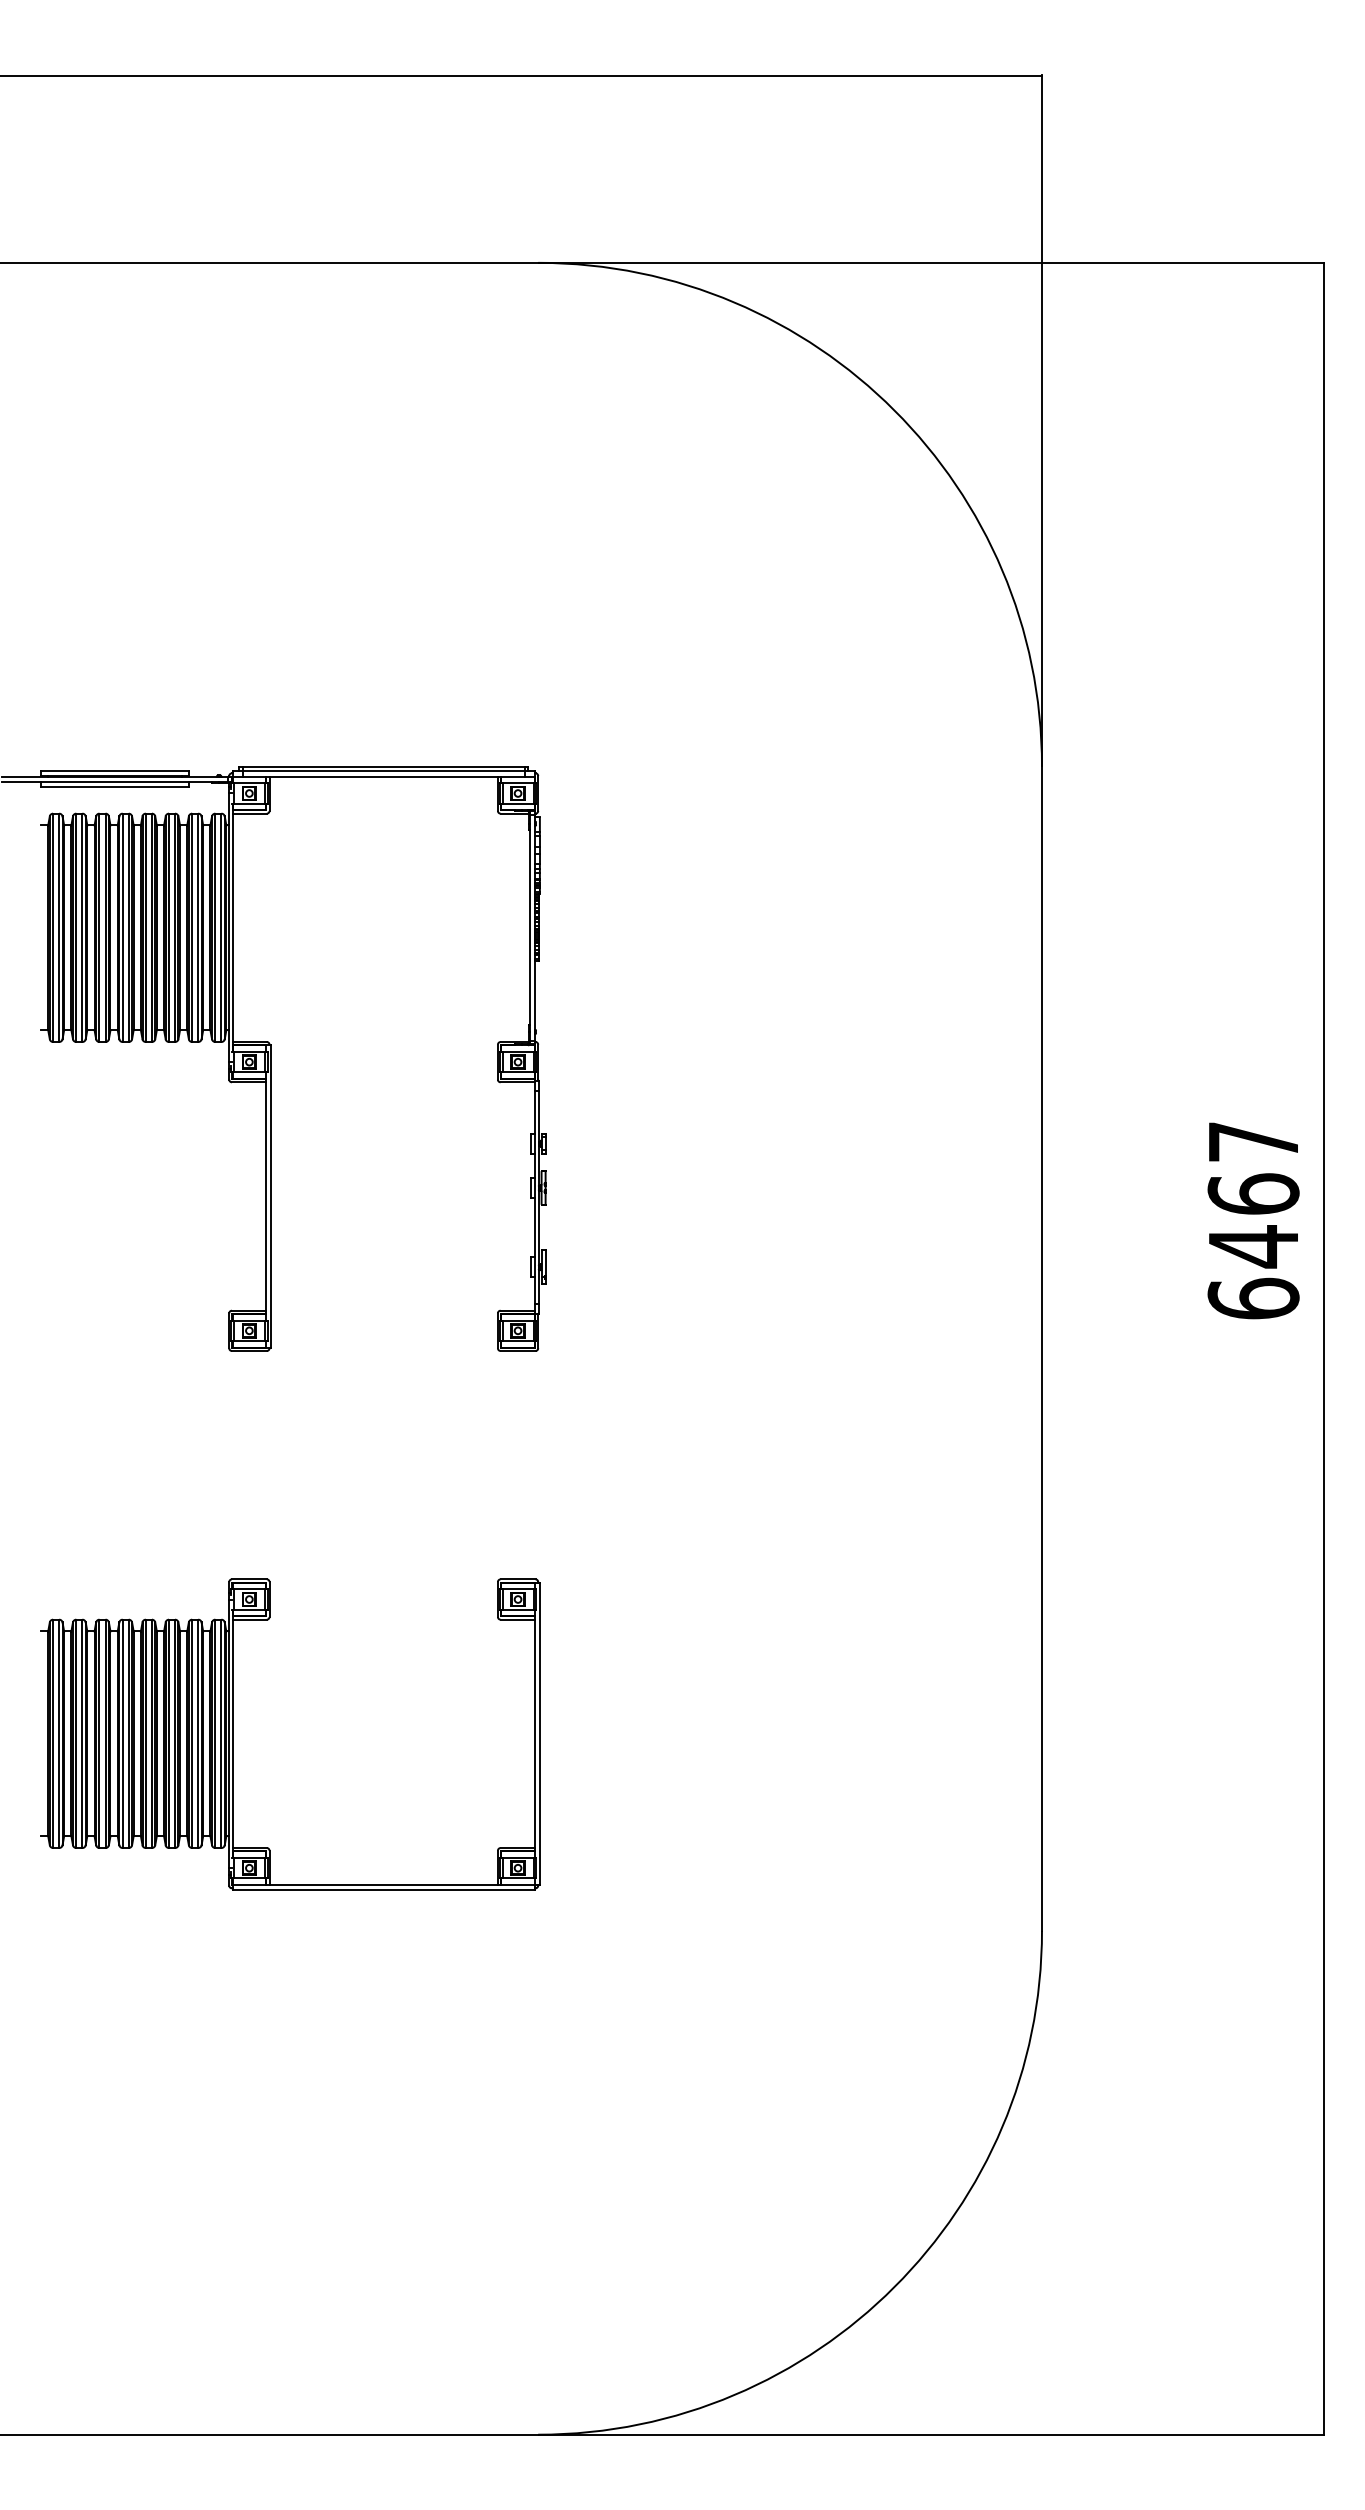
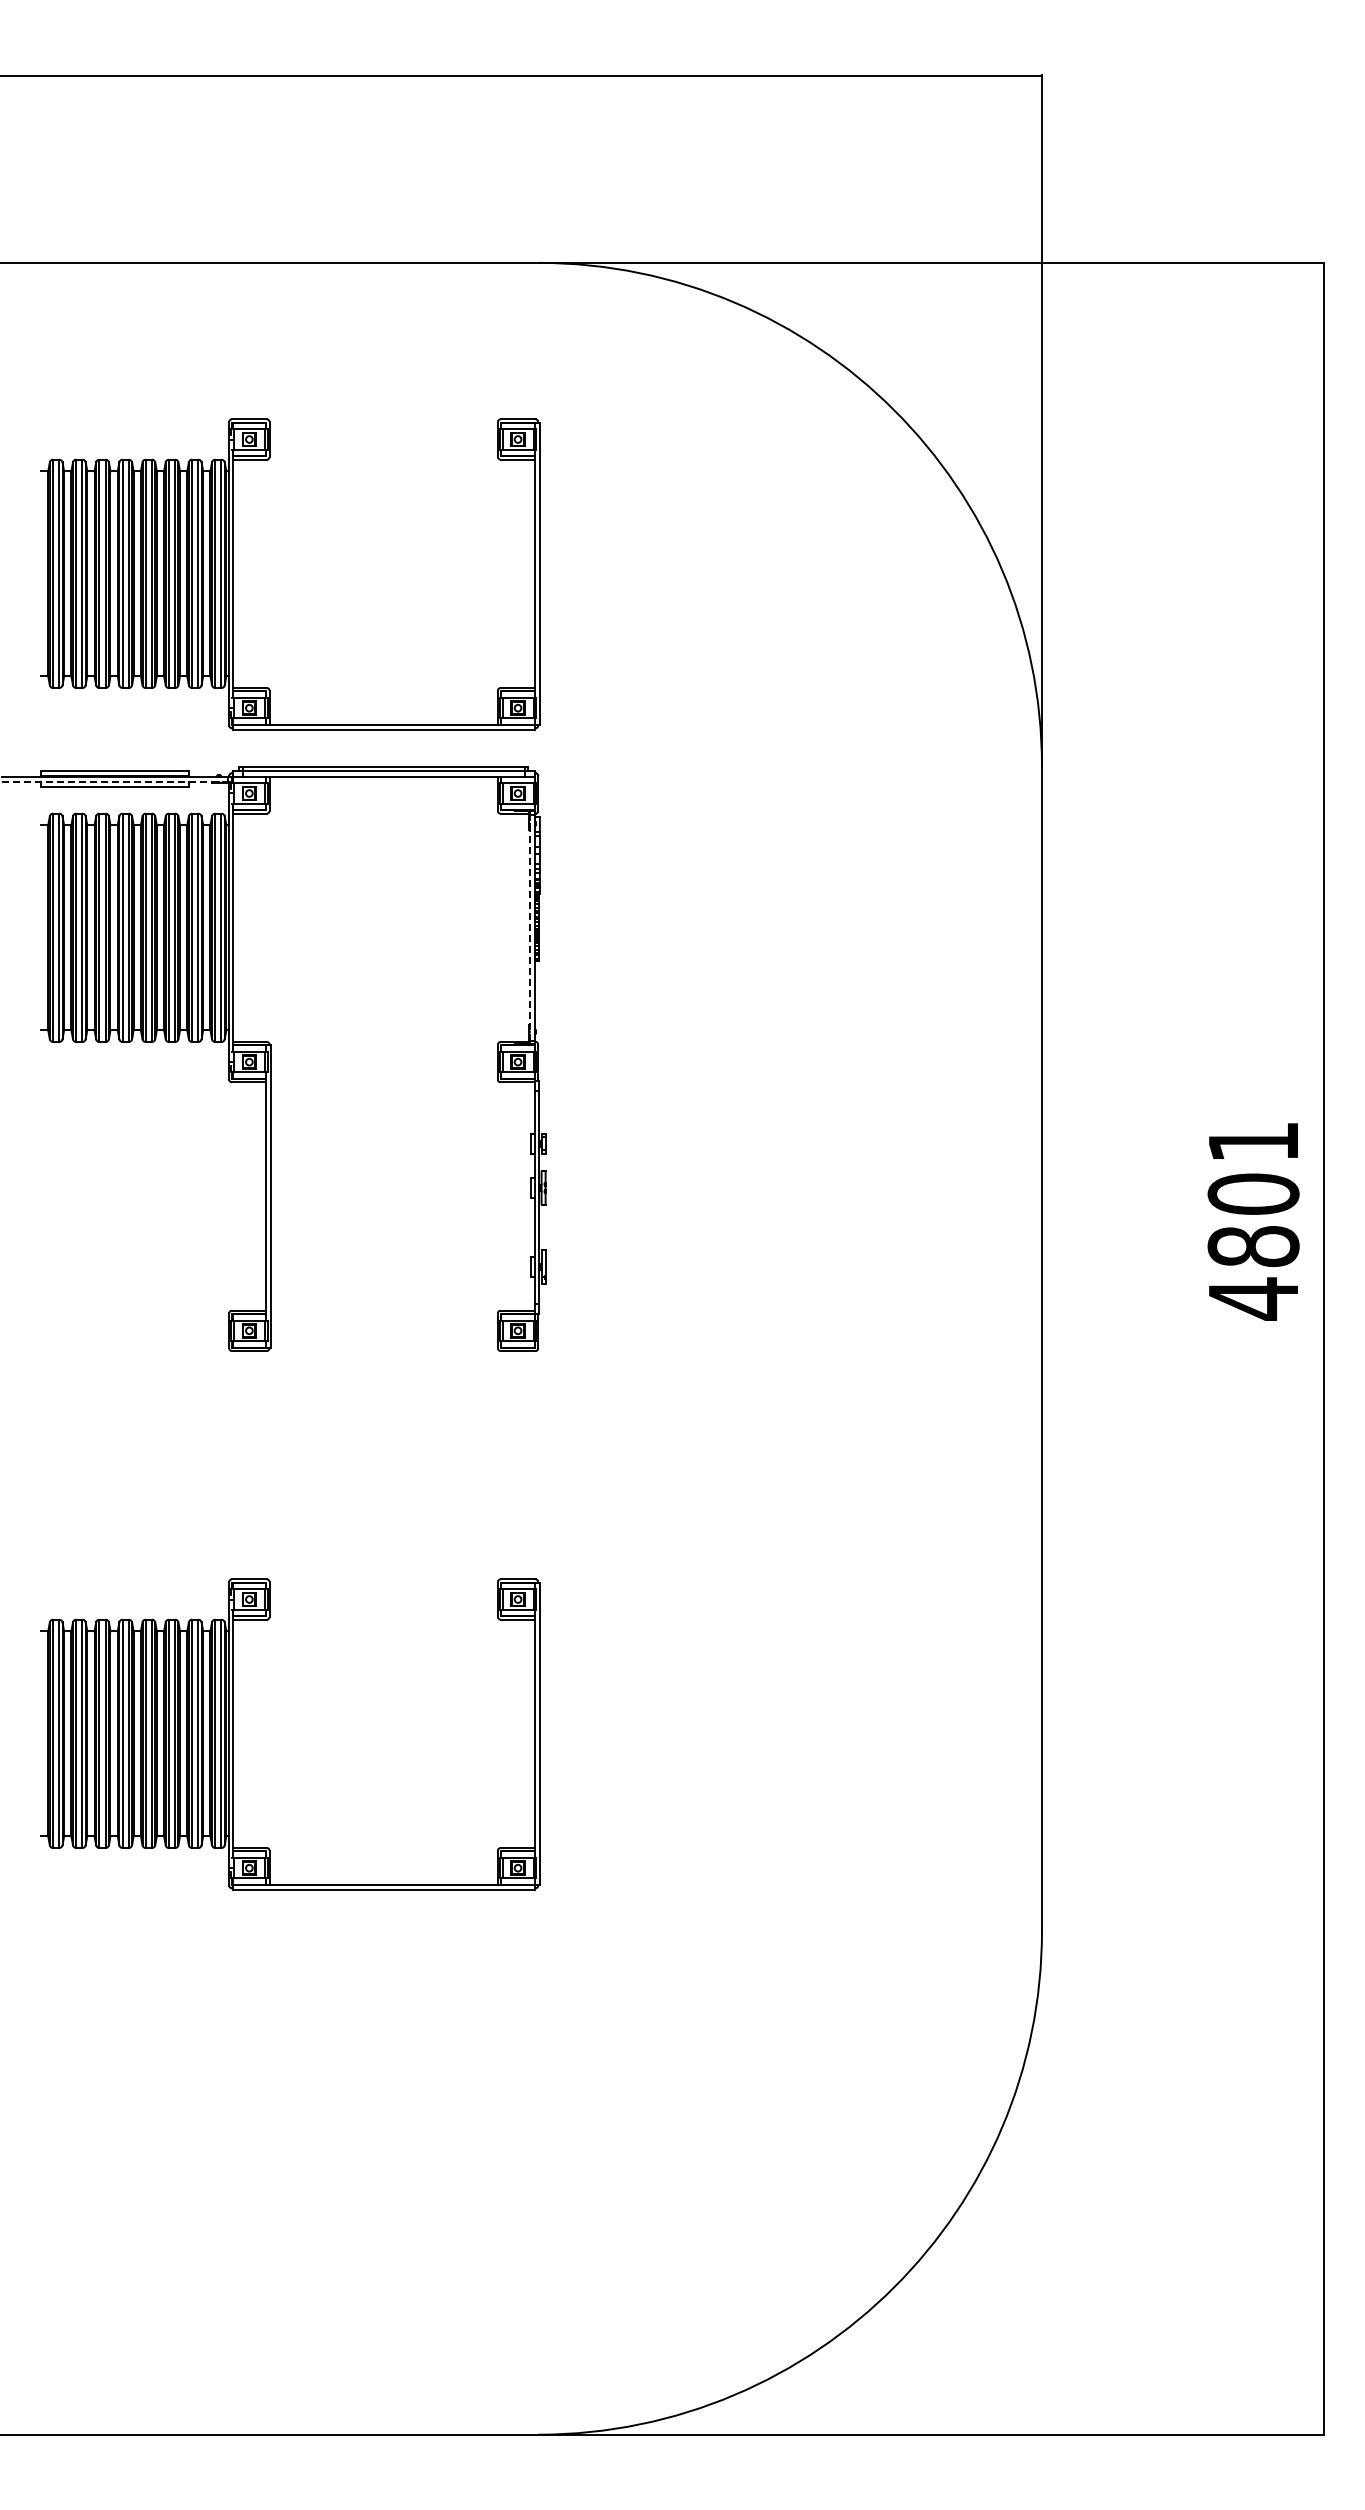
part at (233, 574): none -> present
line at (115, 781): solid -> dashed
line at (529, 927): solid -> dashed
text at (1253, 1221): 6467 -> 4801
